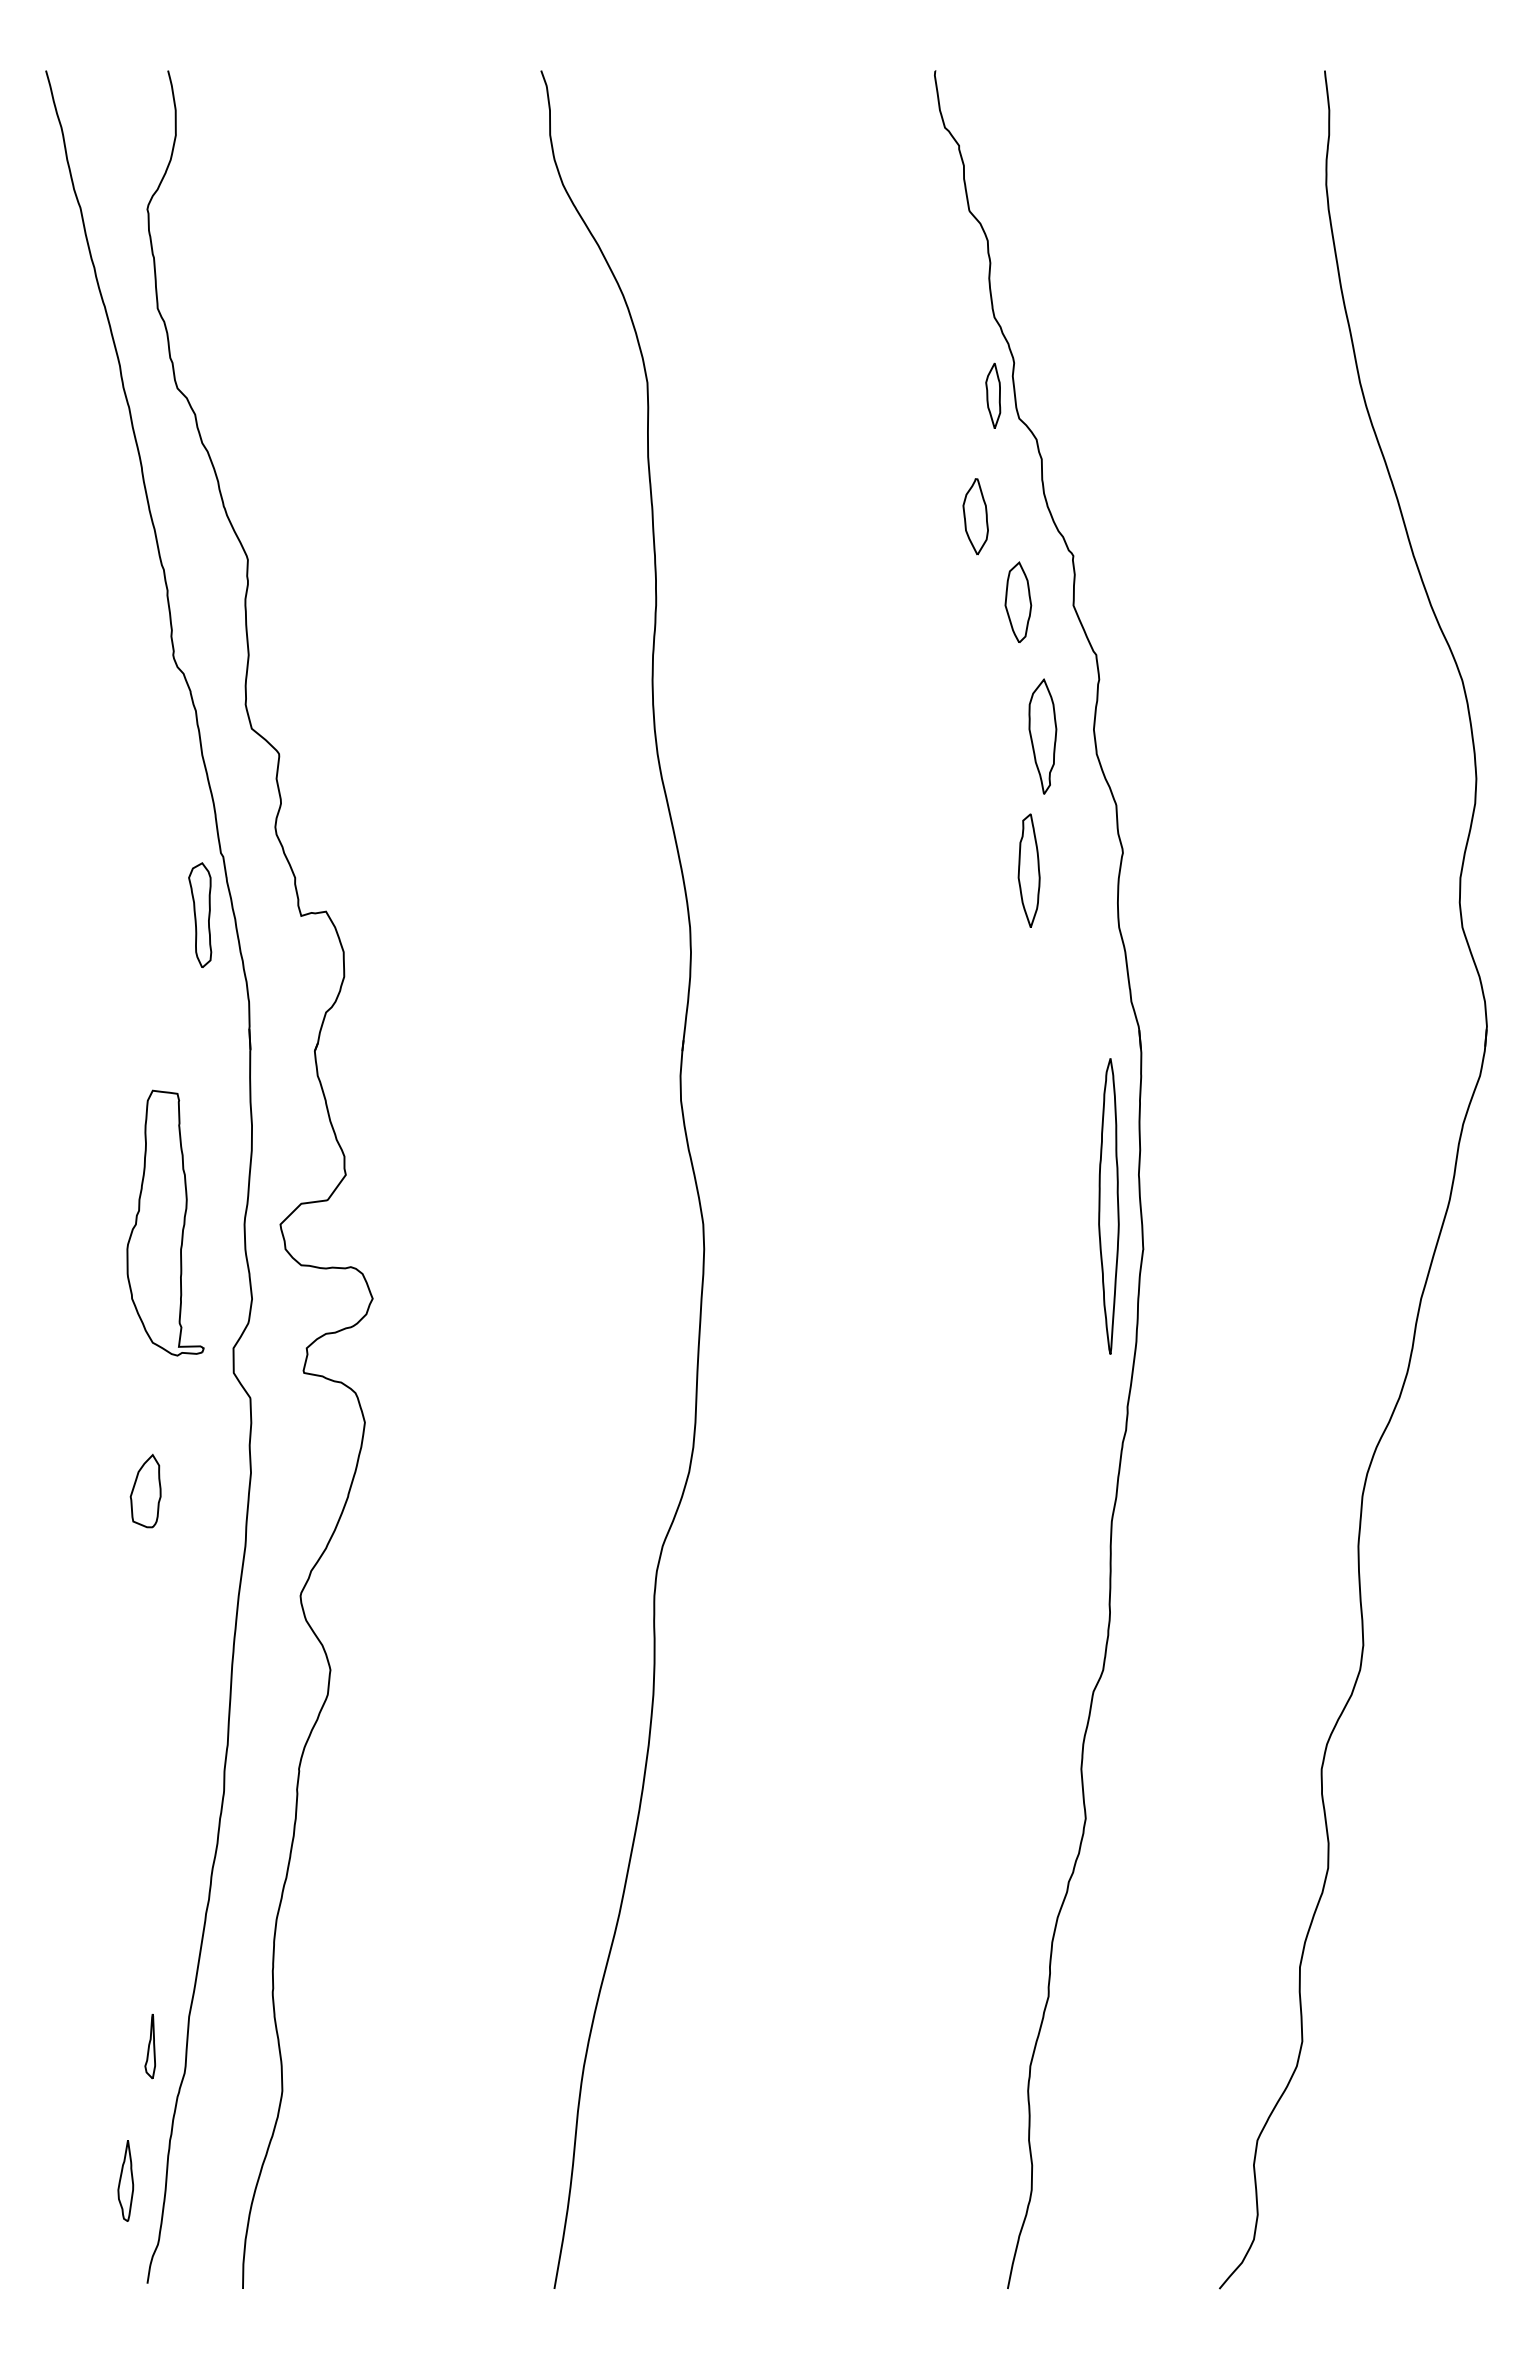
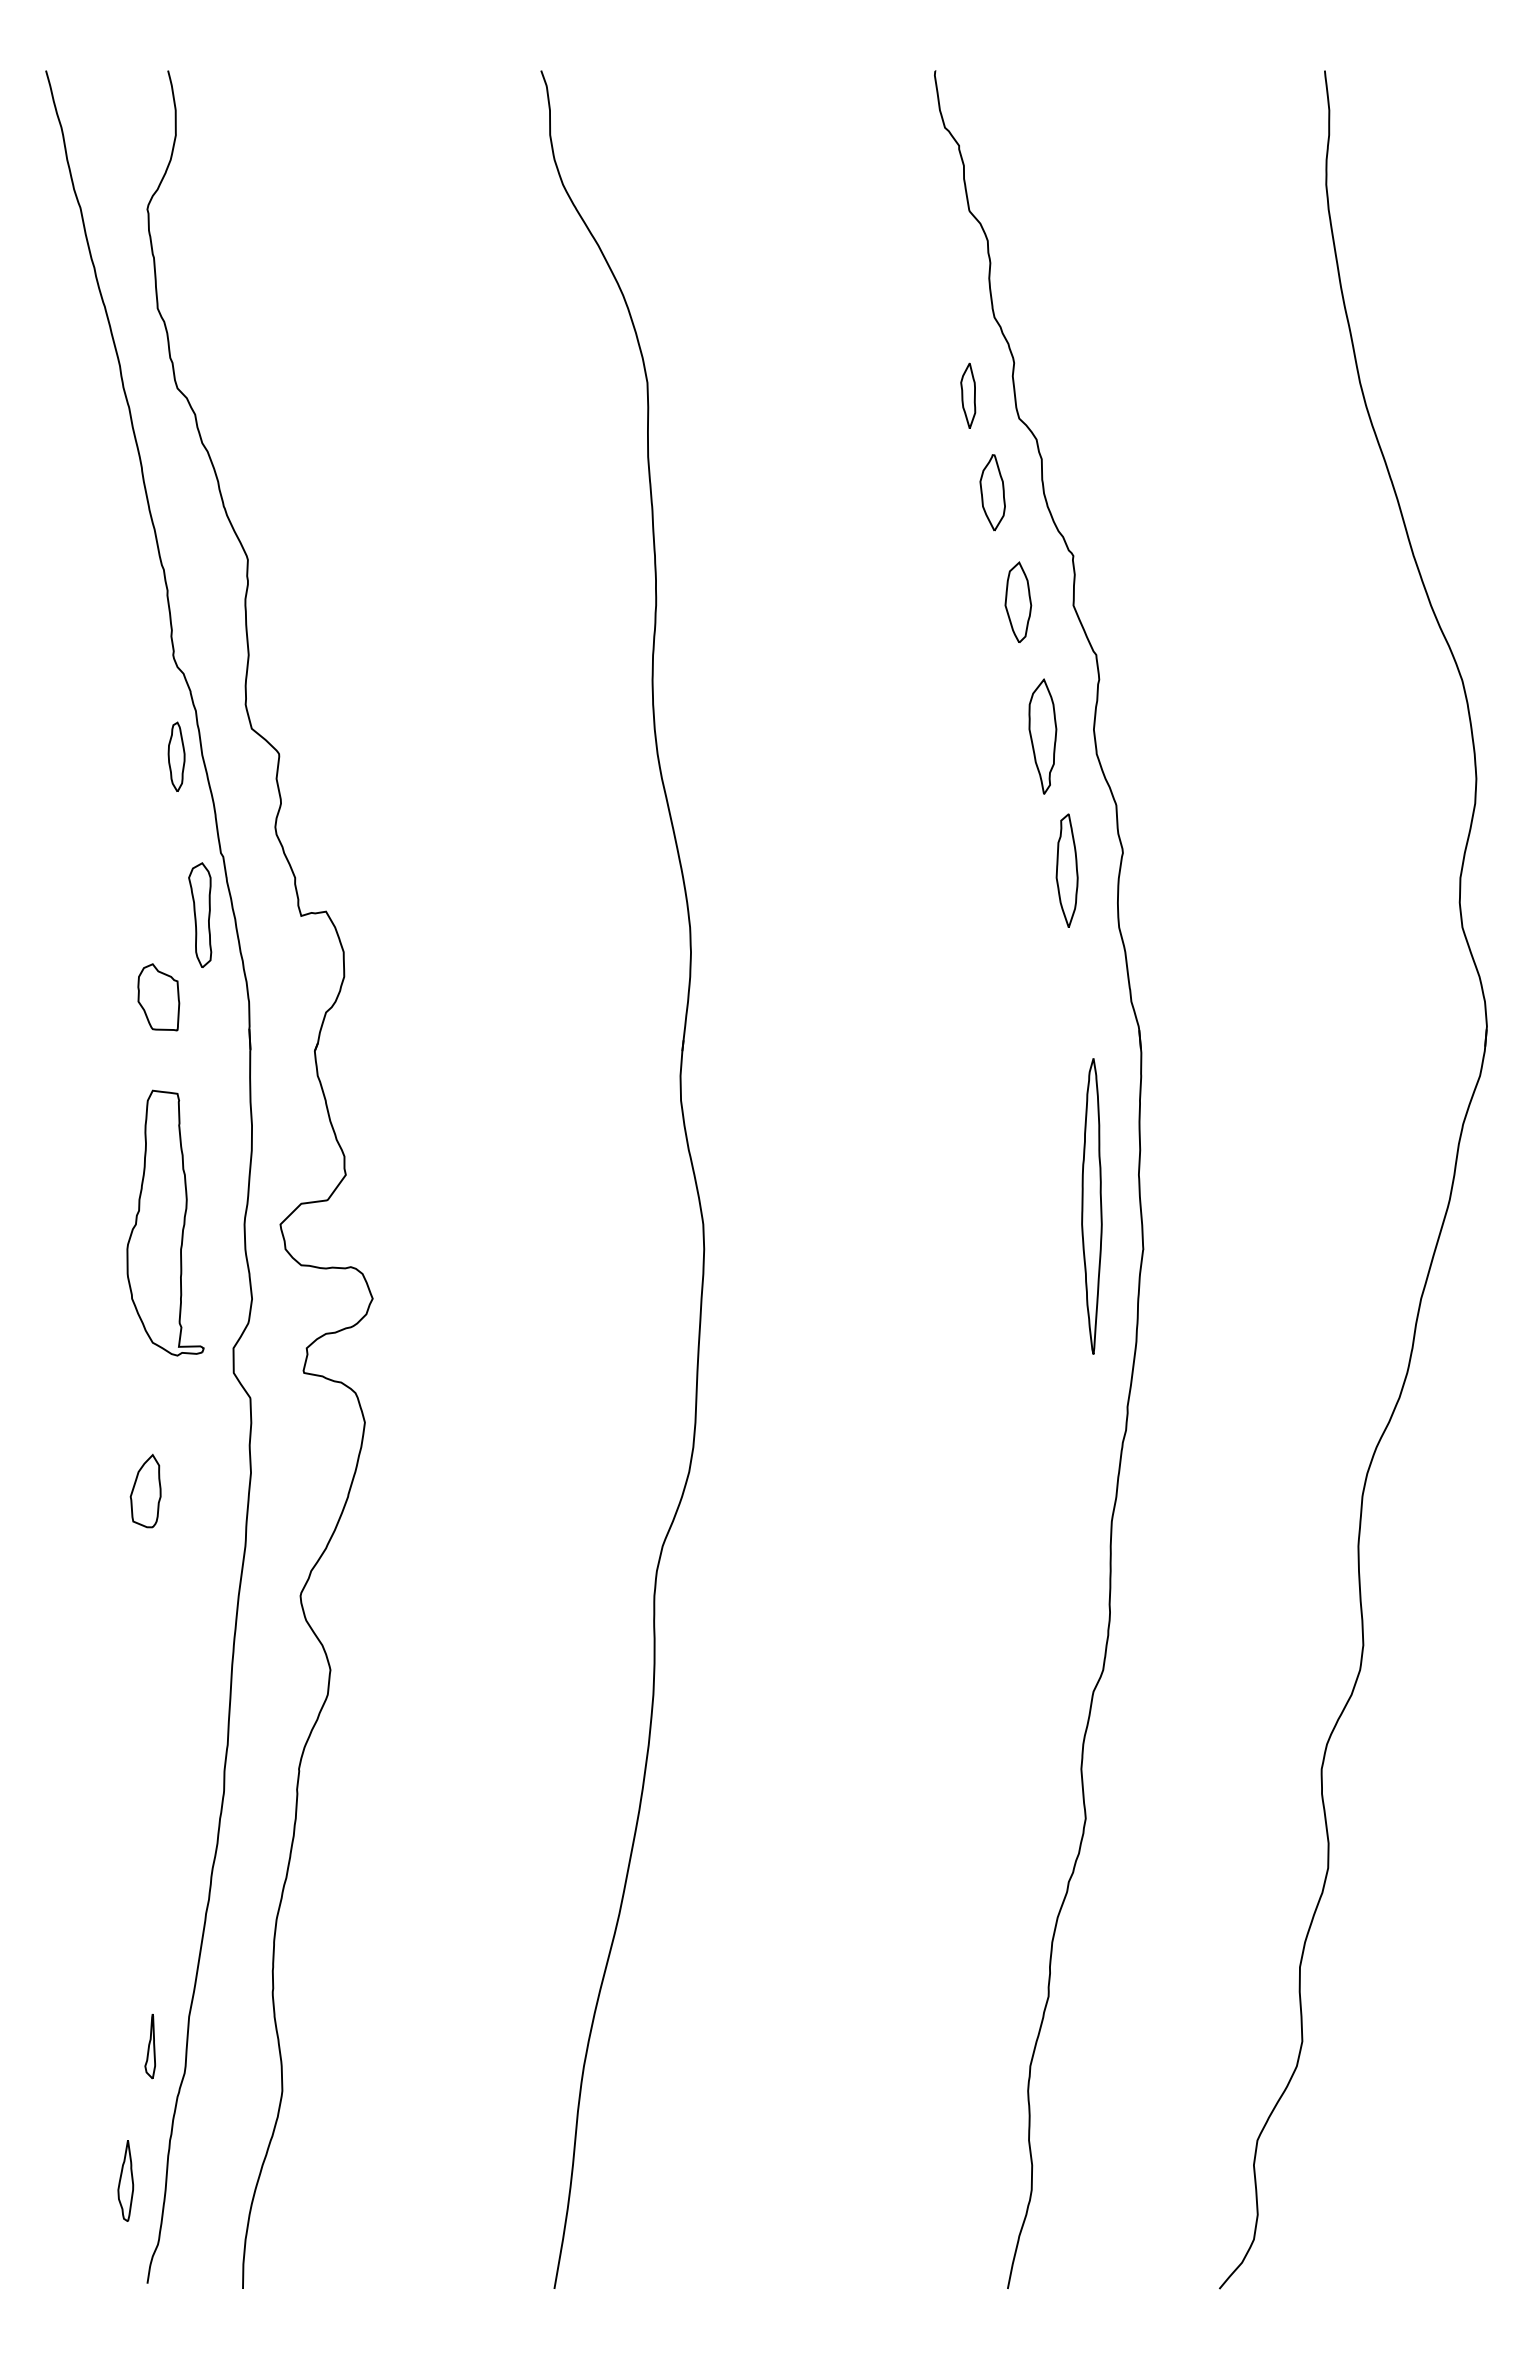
part at (993, 395) position: (993, 395) -> (968, 395)
part at (975, 516) position: (975, 516) -> (992, 492)
part at (176, 756): none -> present
part at (1028, 870) position: (1028, 870) -> (1066, 870)
part at (158, 997): none -> present
part at (1108, 1206) position: (1108, 1206) -> (1091, 1206)
